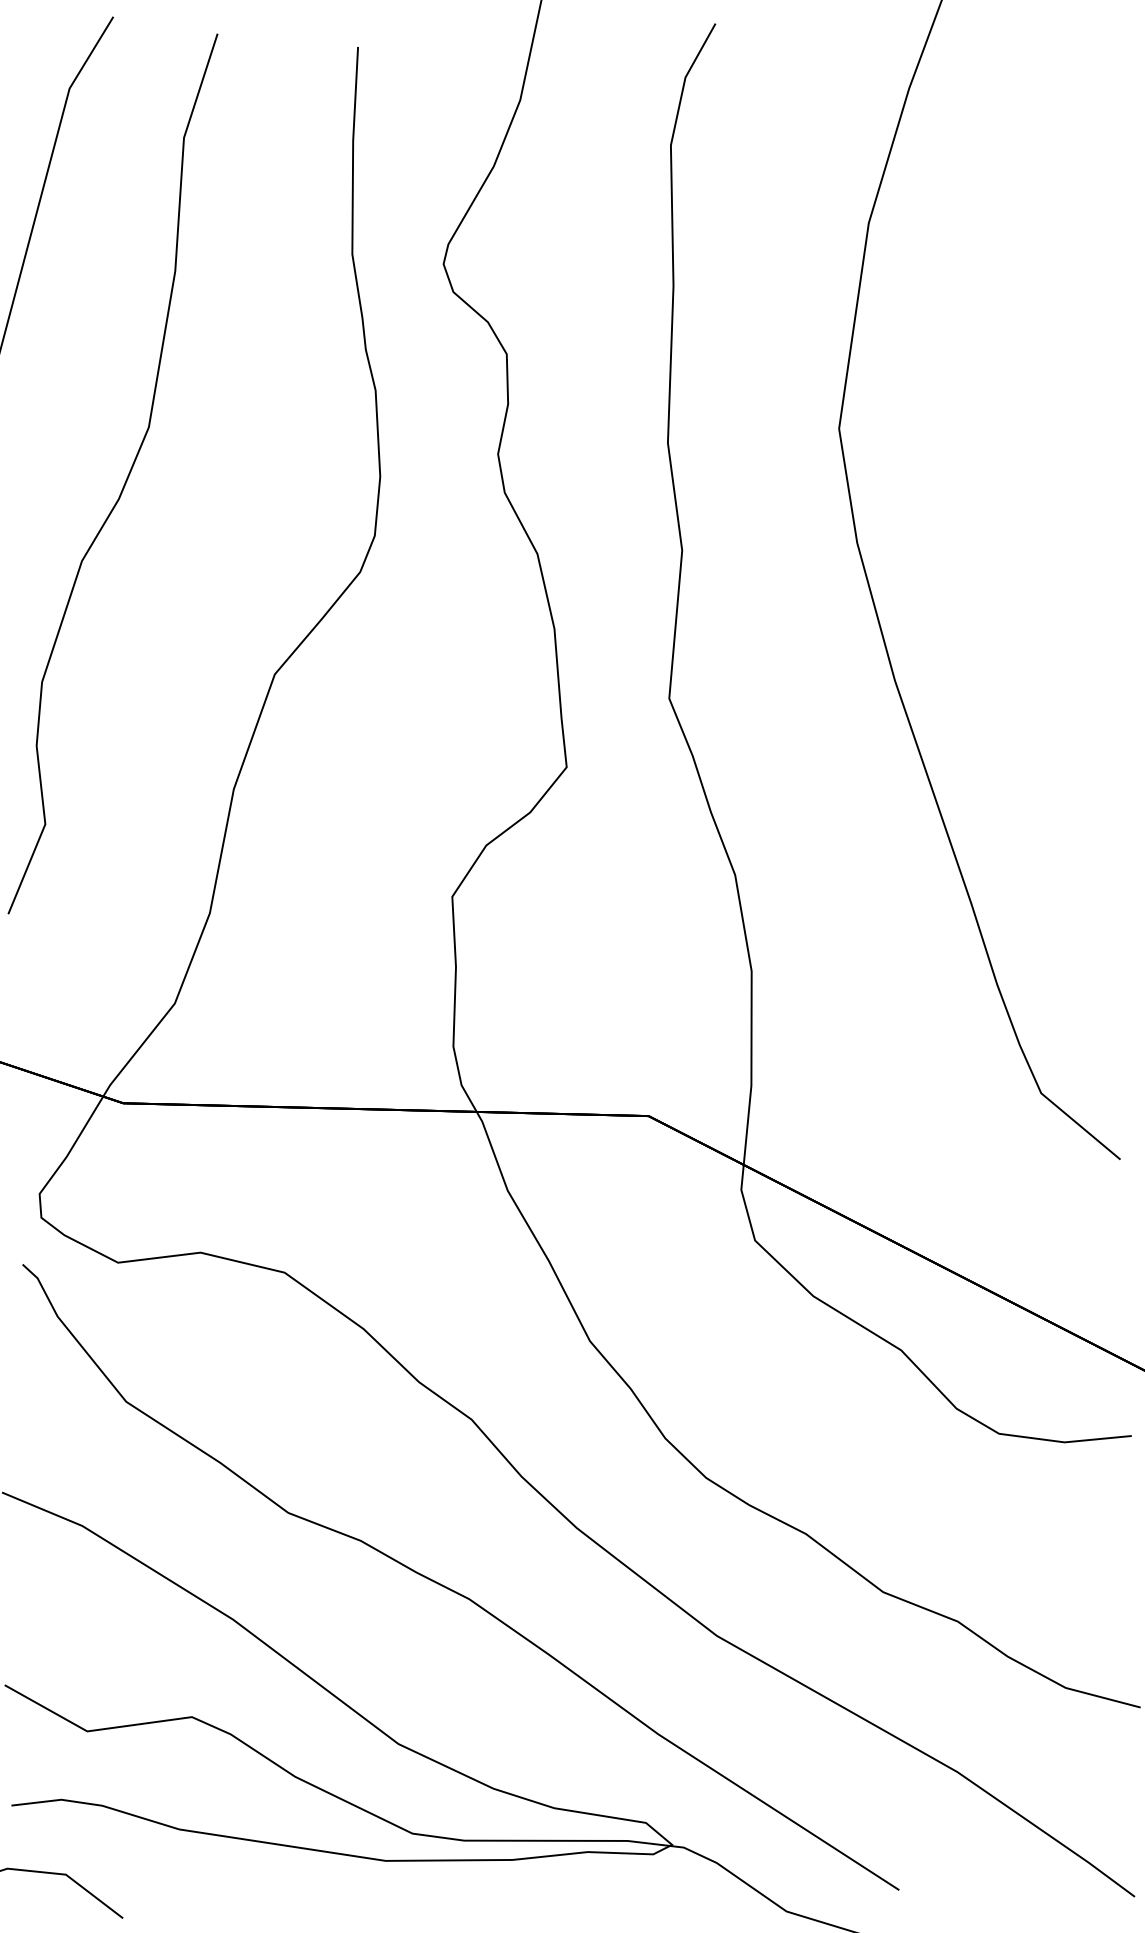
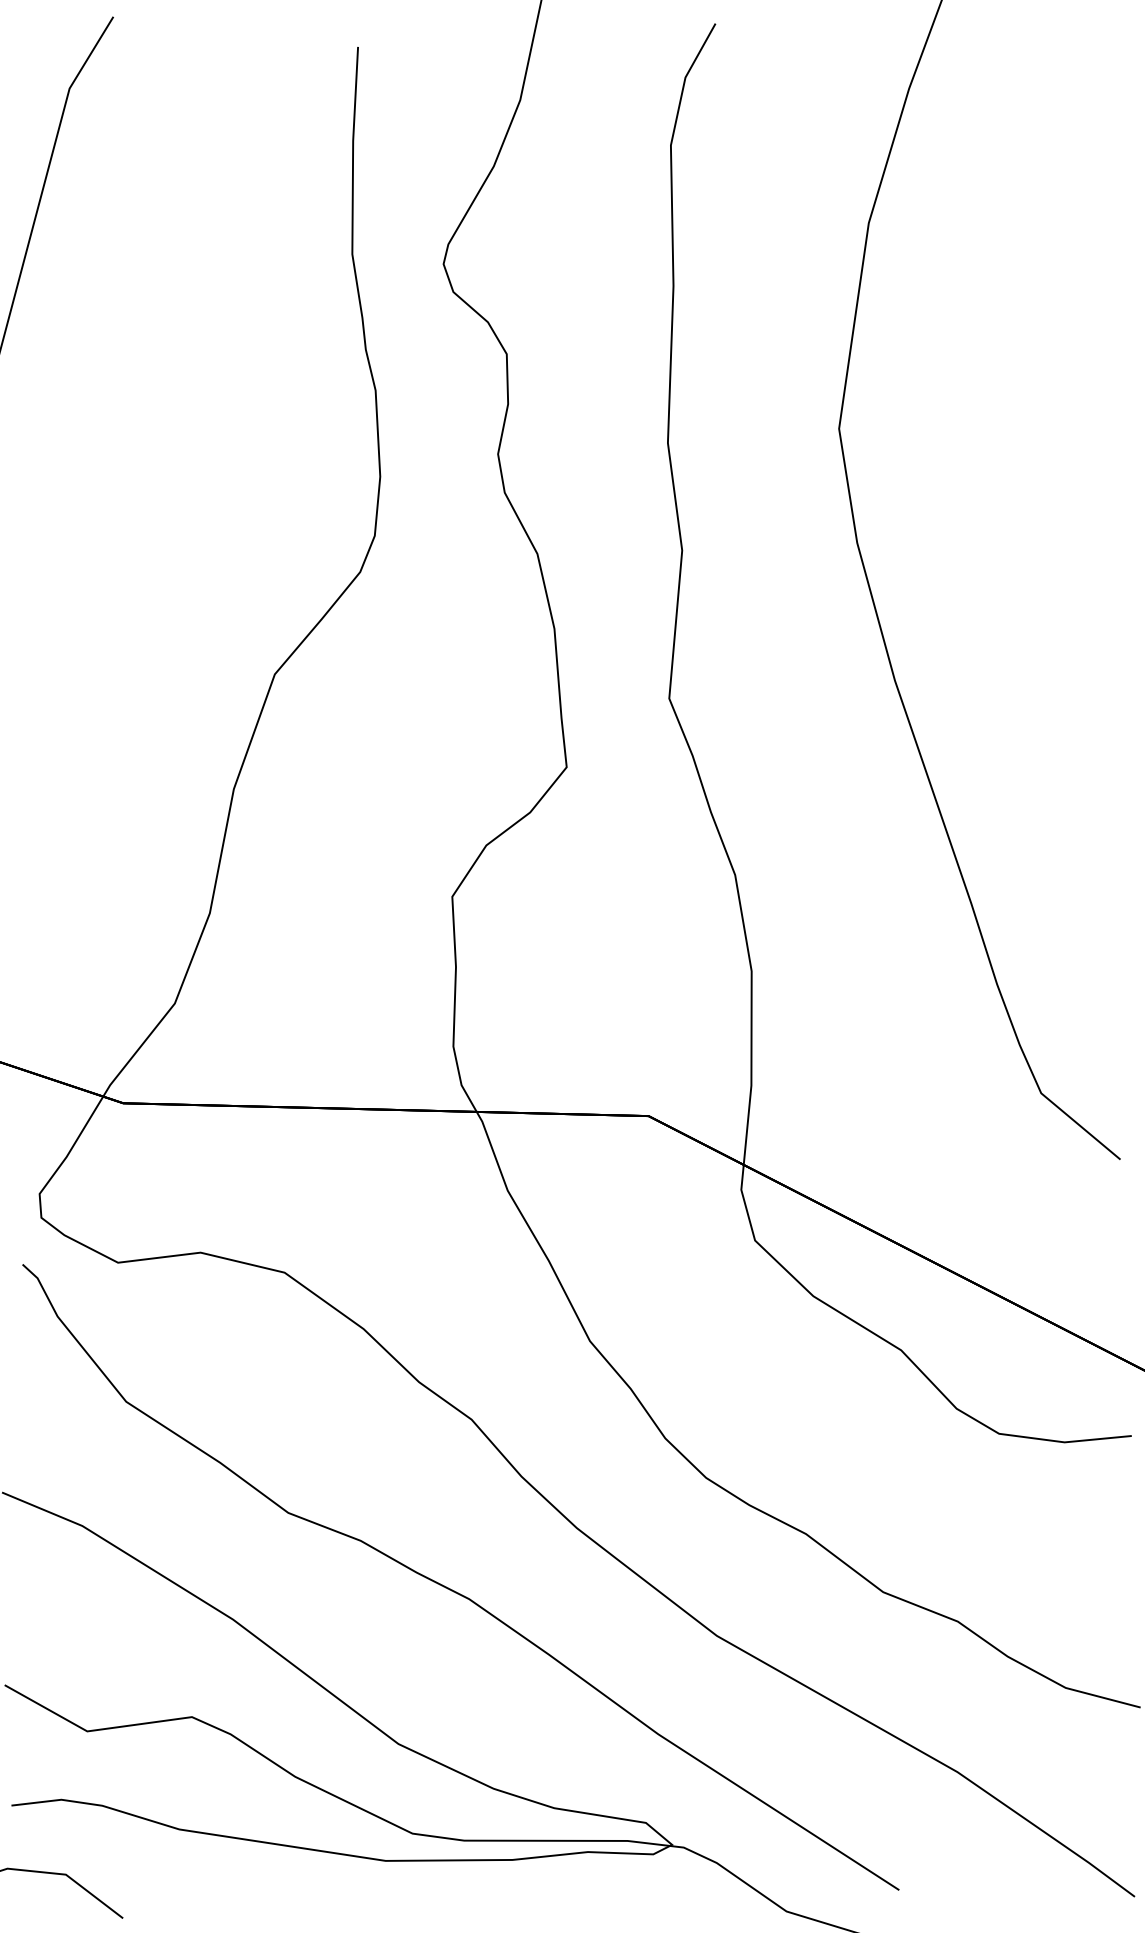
curve at (126, 477): present -> none
